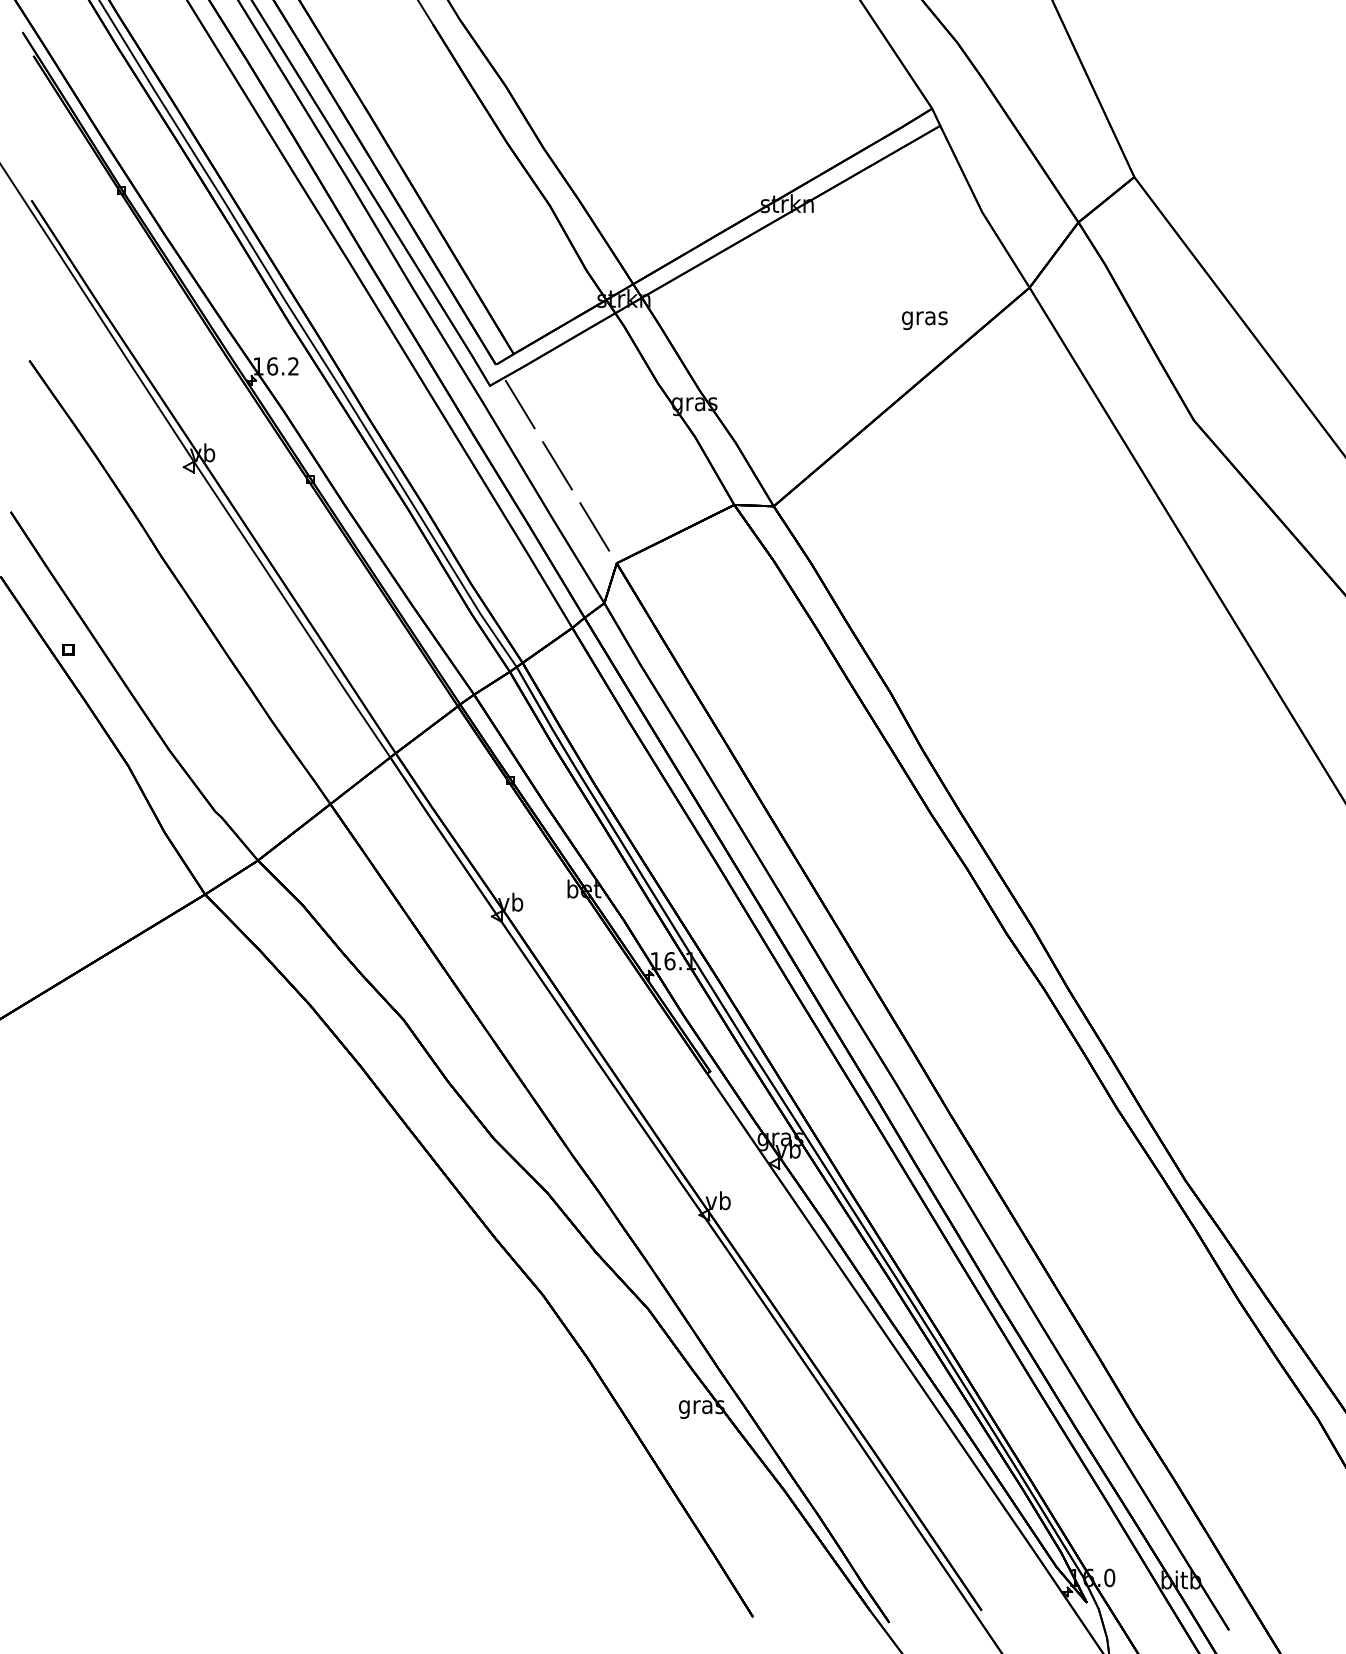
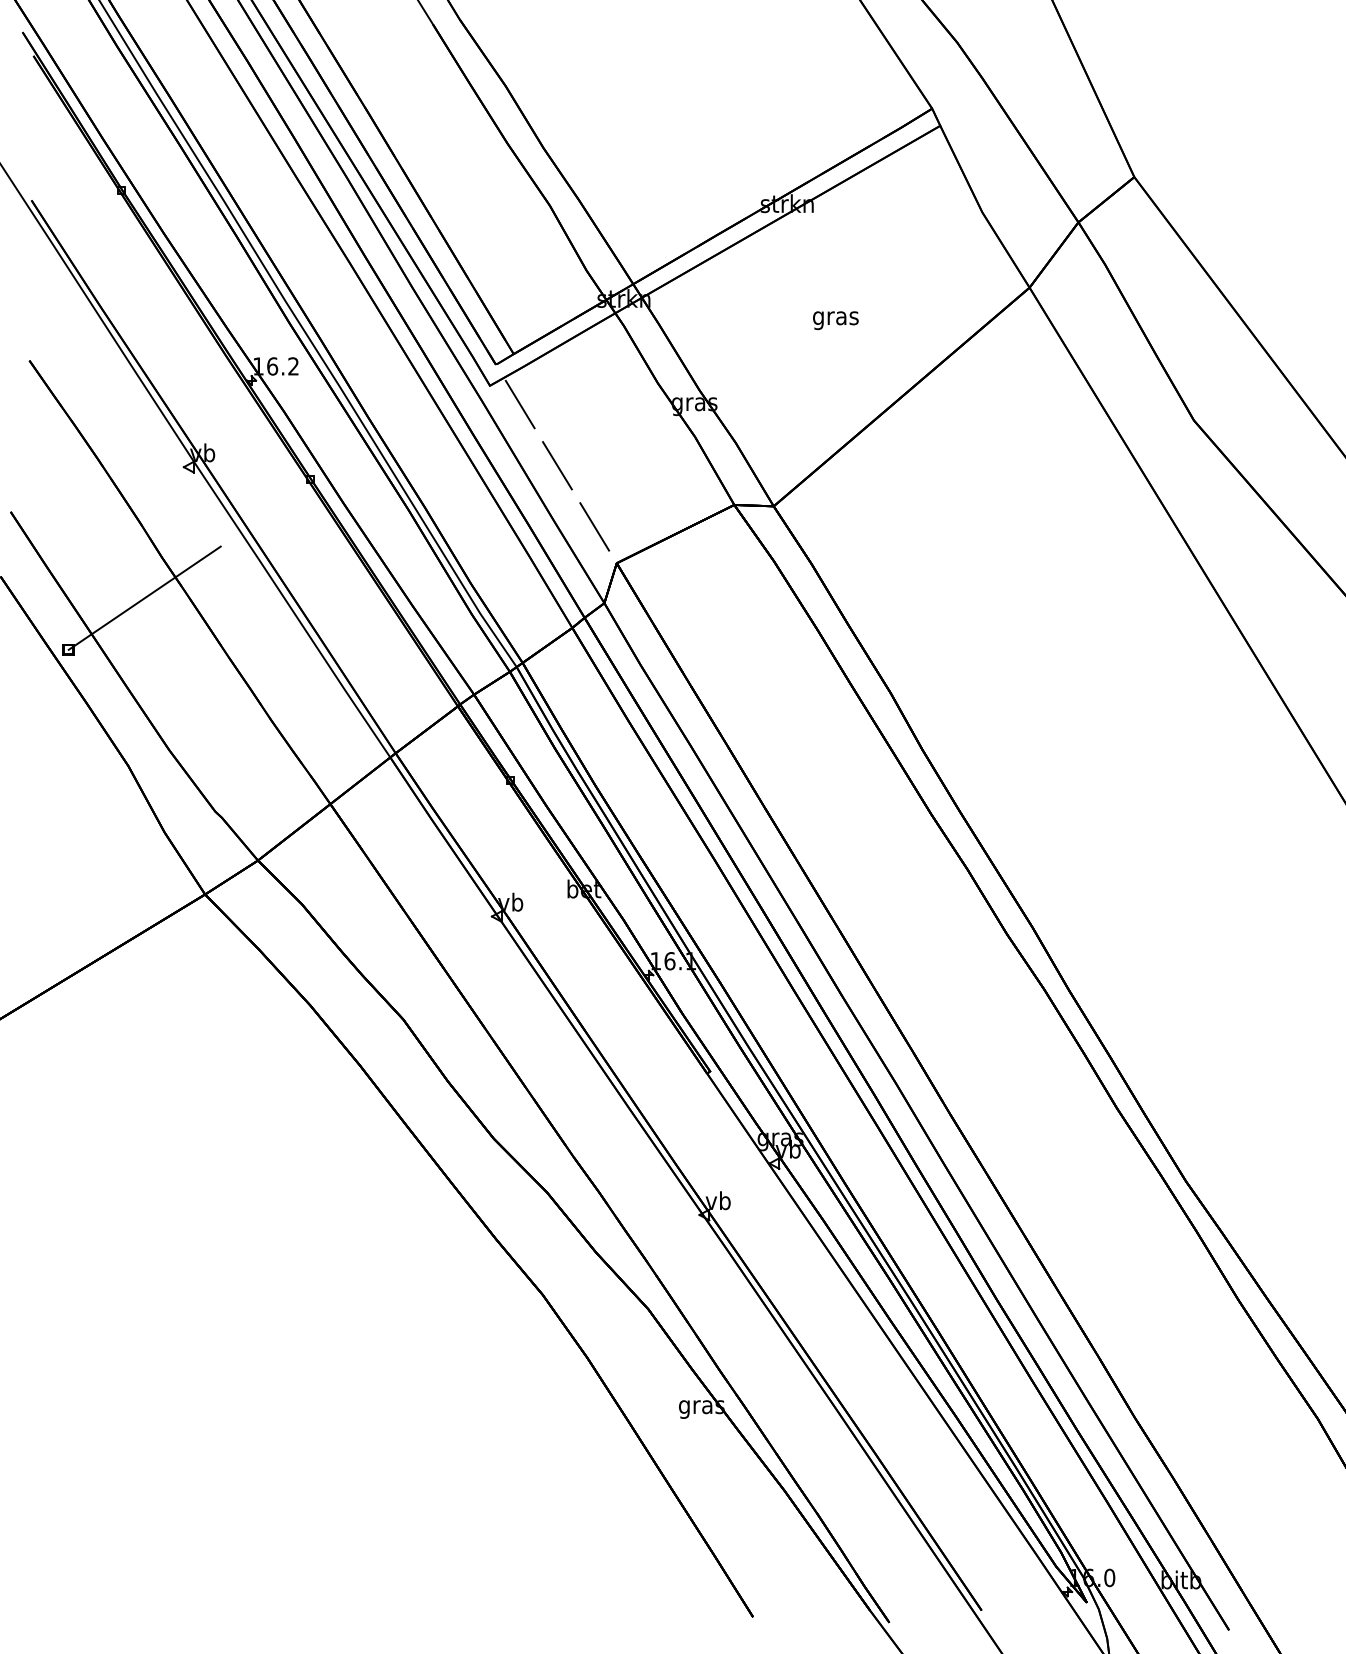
text at (924, 320) position: (924, 320) -> (835, 320)
line at (144, 597): none -> present
